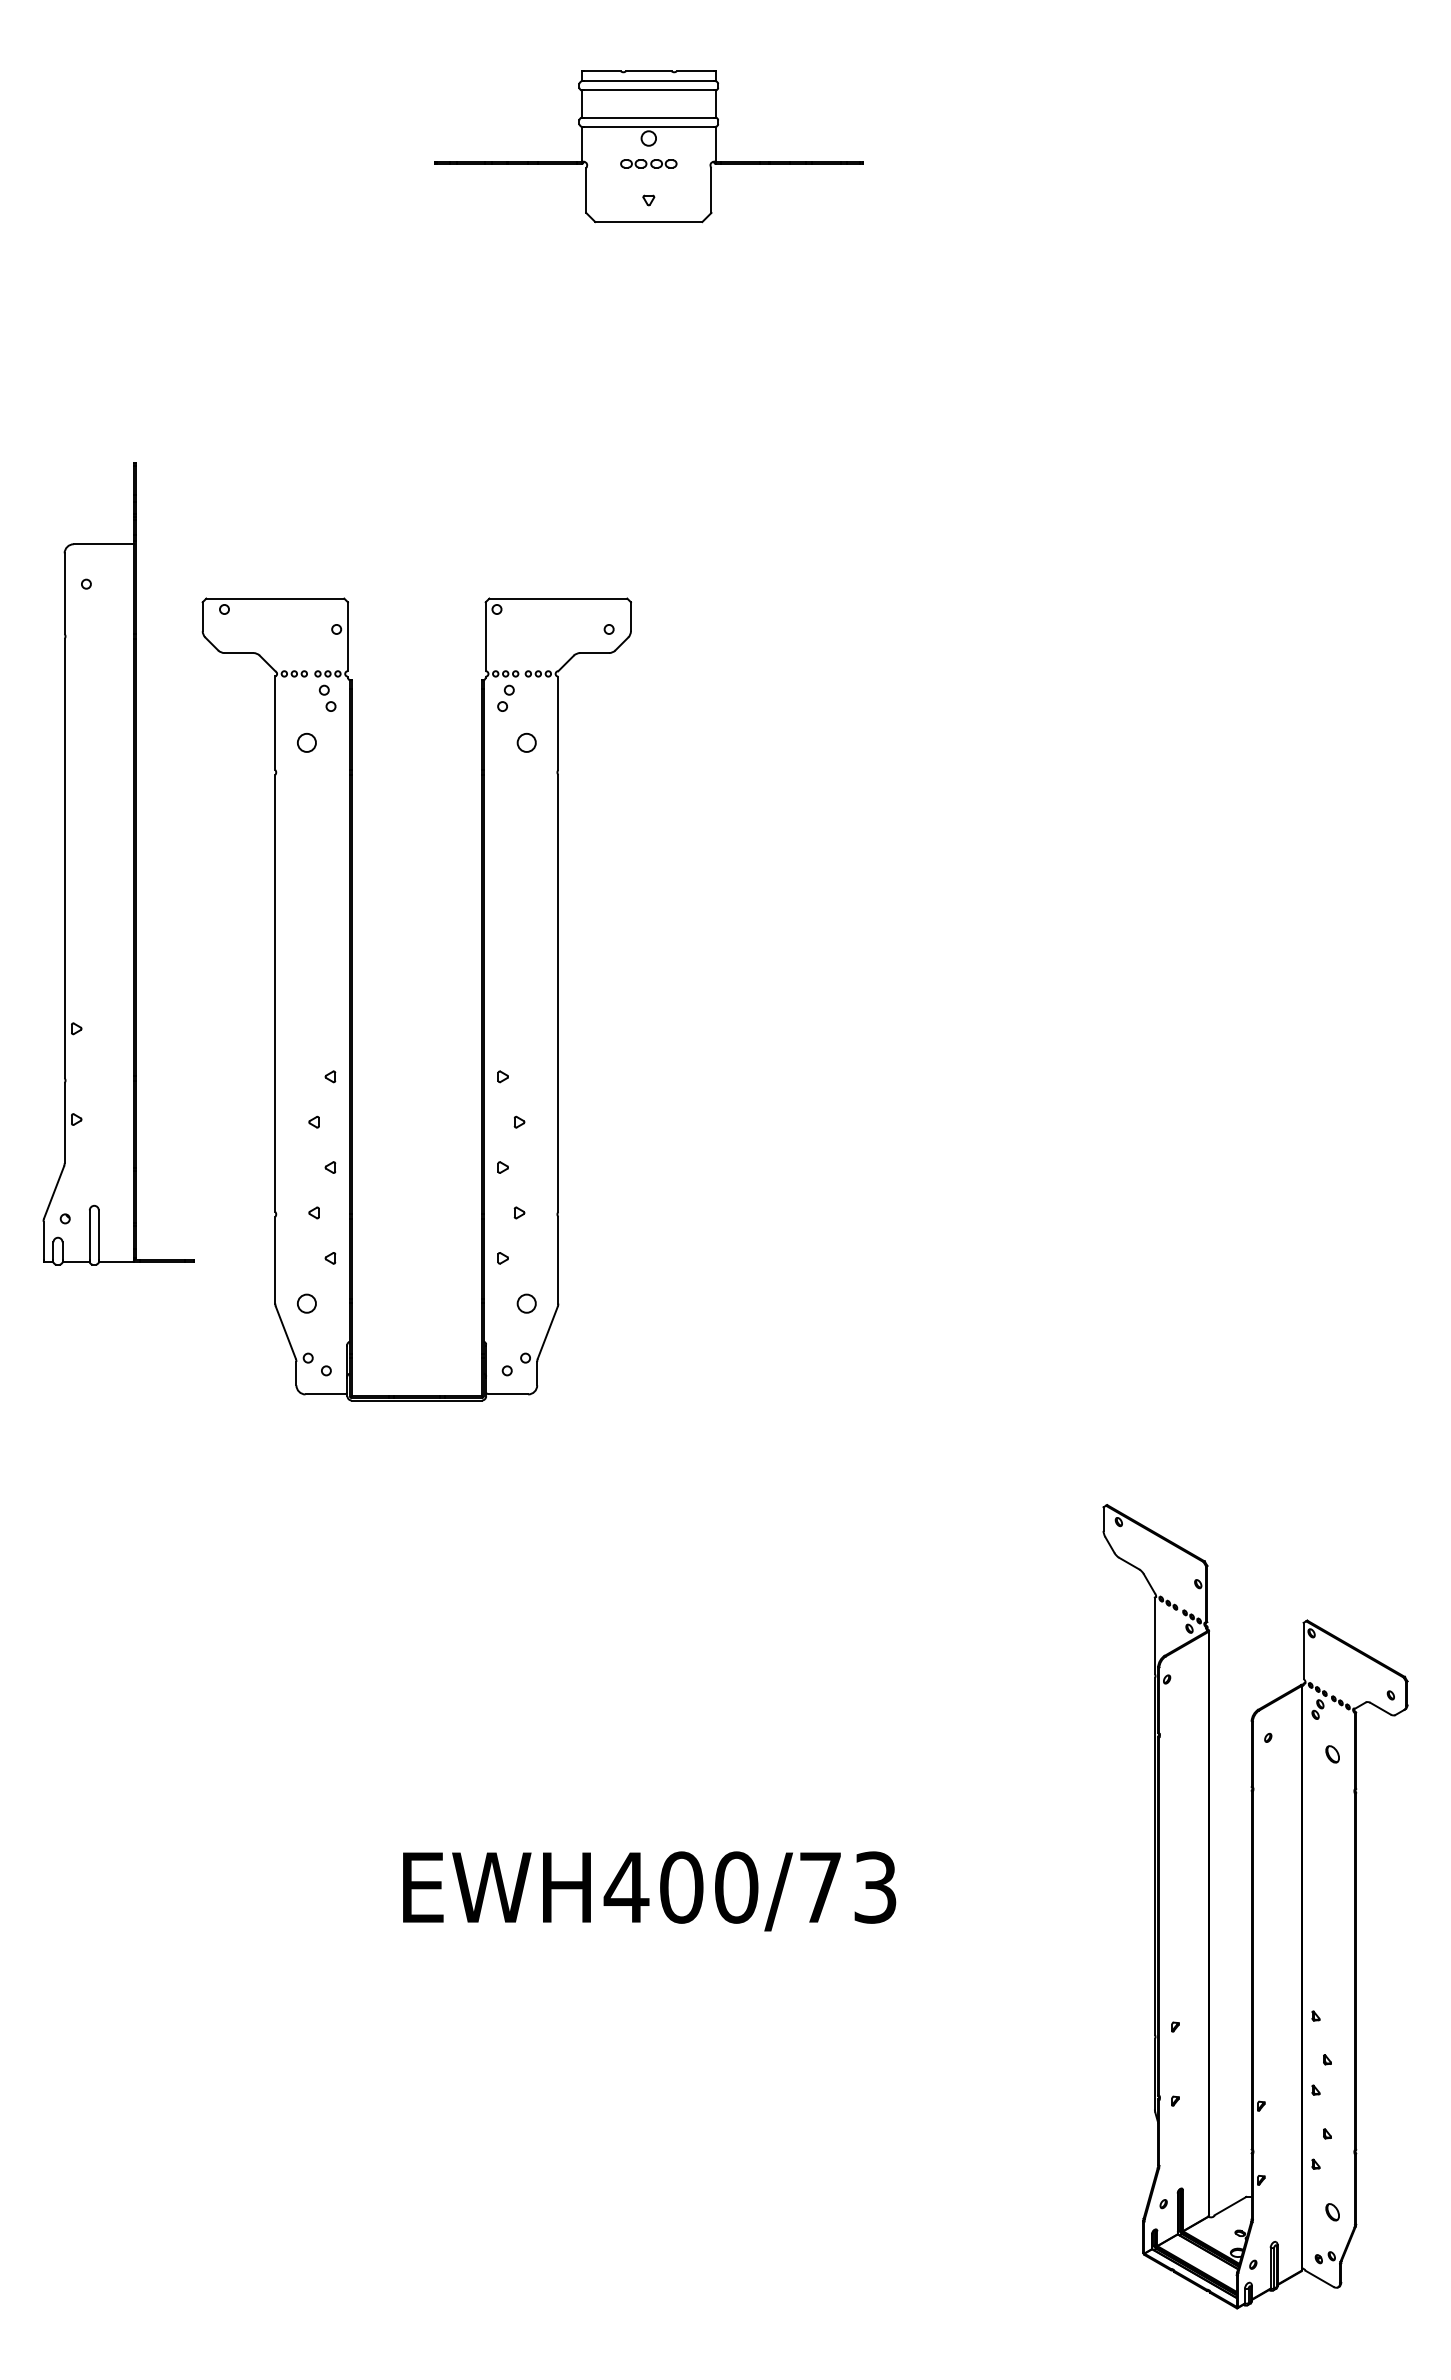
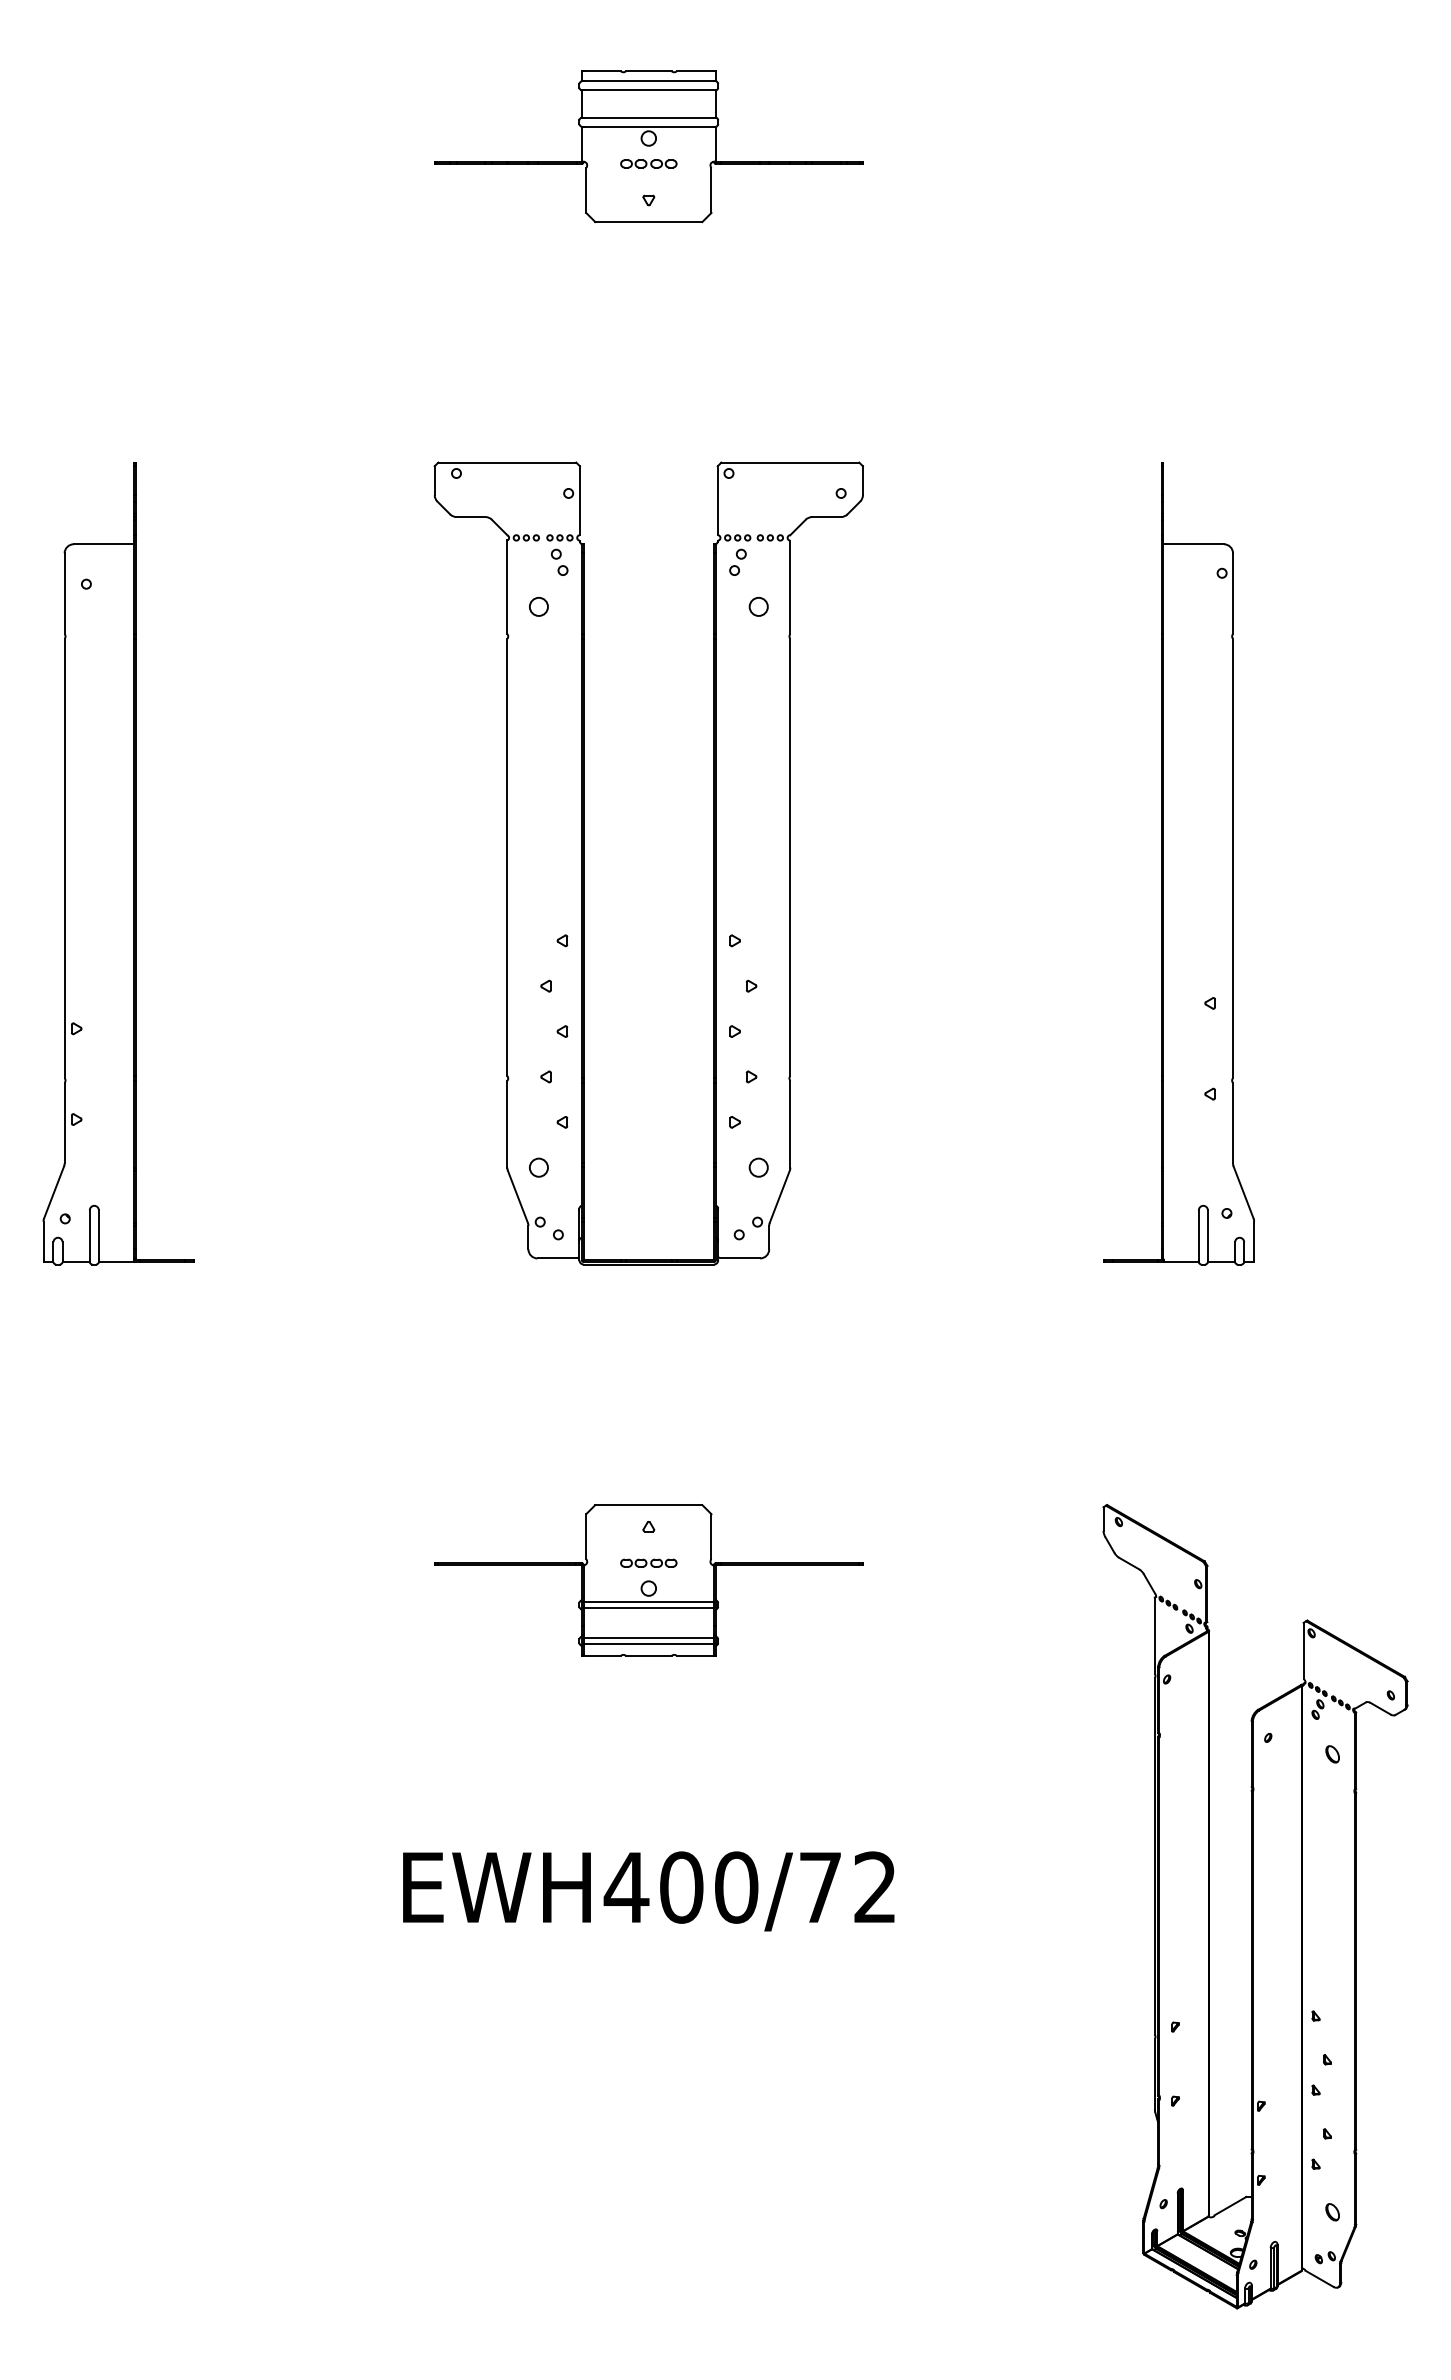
part at (1178, 863): none -> present
part at (352, 999) position: (352, 999) -> (584, 863)
part at (648, 1580): none -> present
text at (875, 1887): EWH400/73 -> EWH400/72
